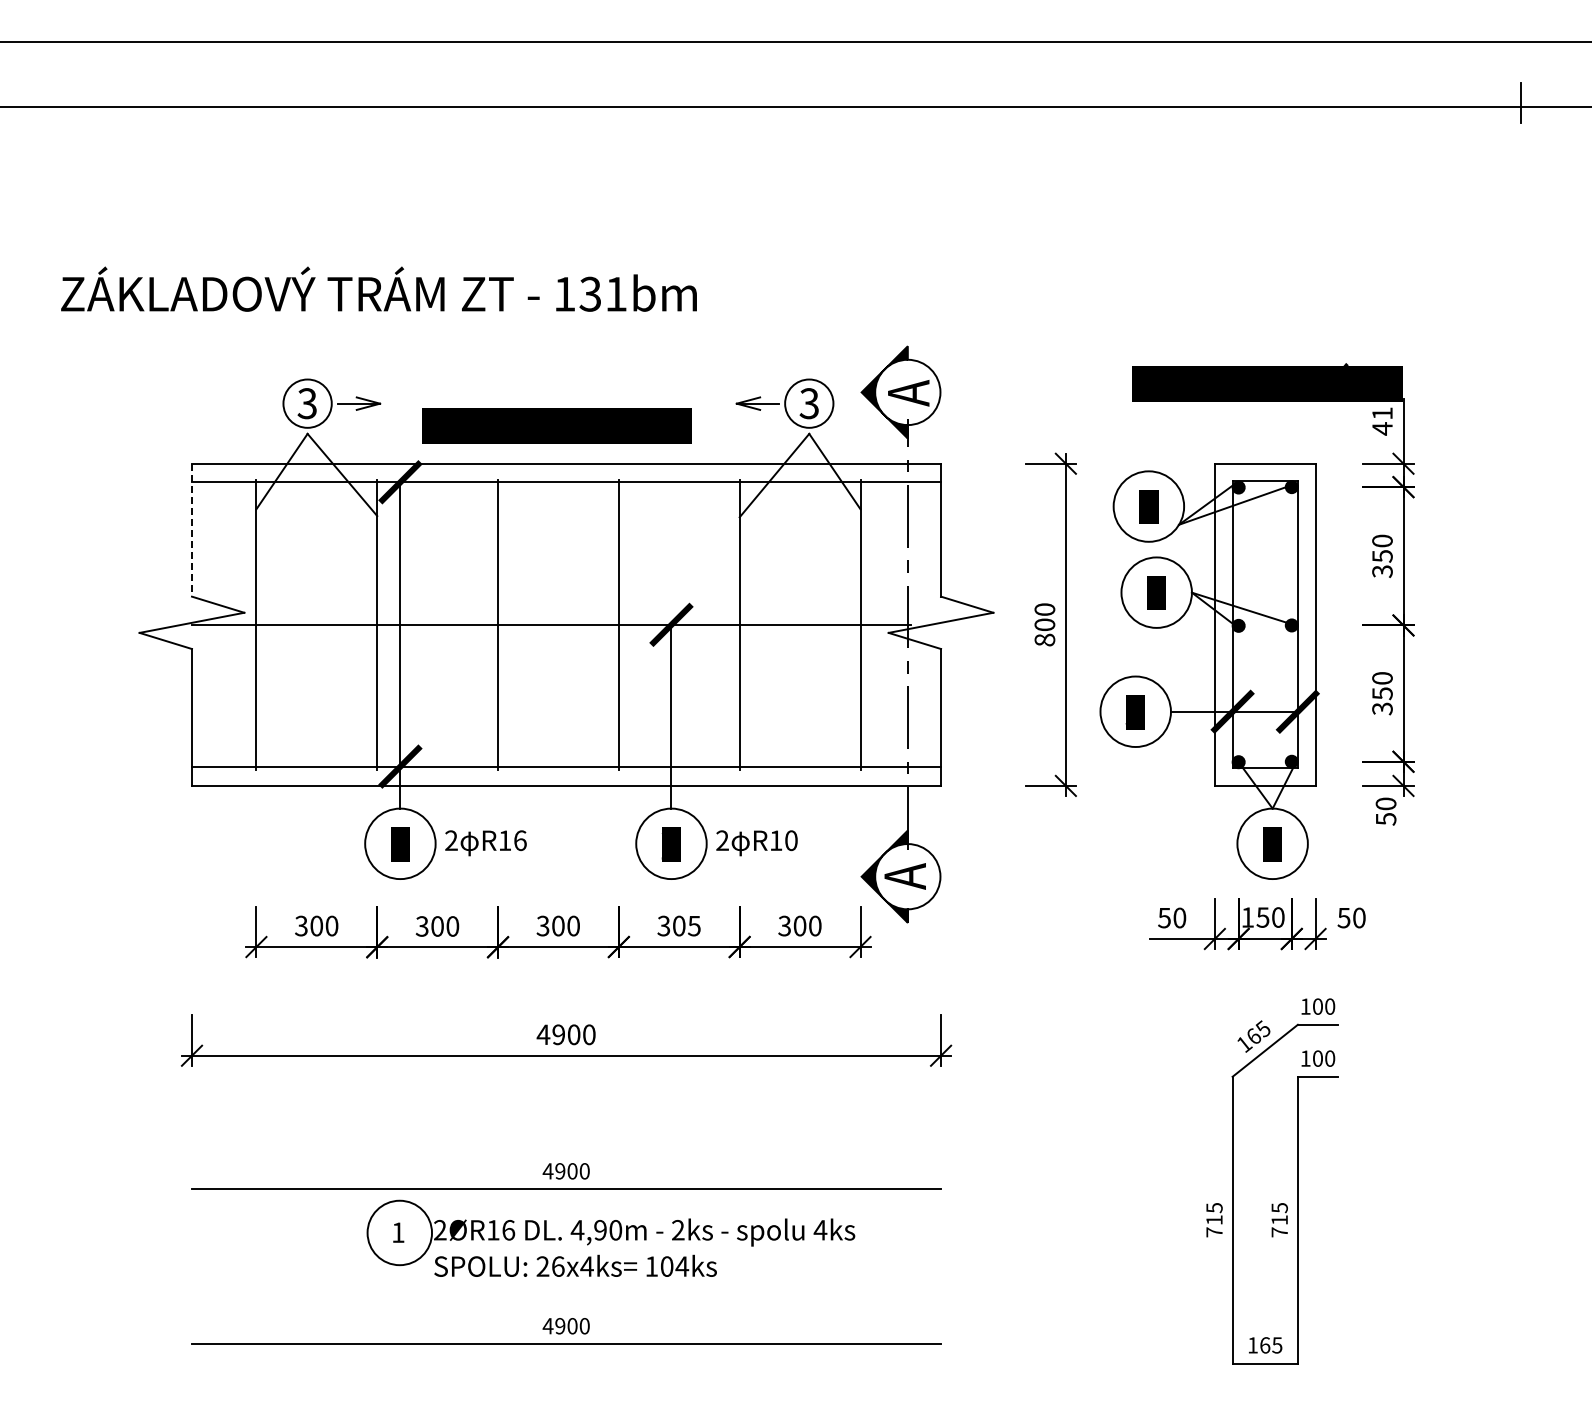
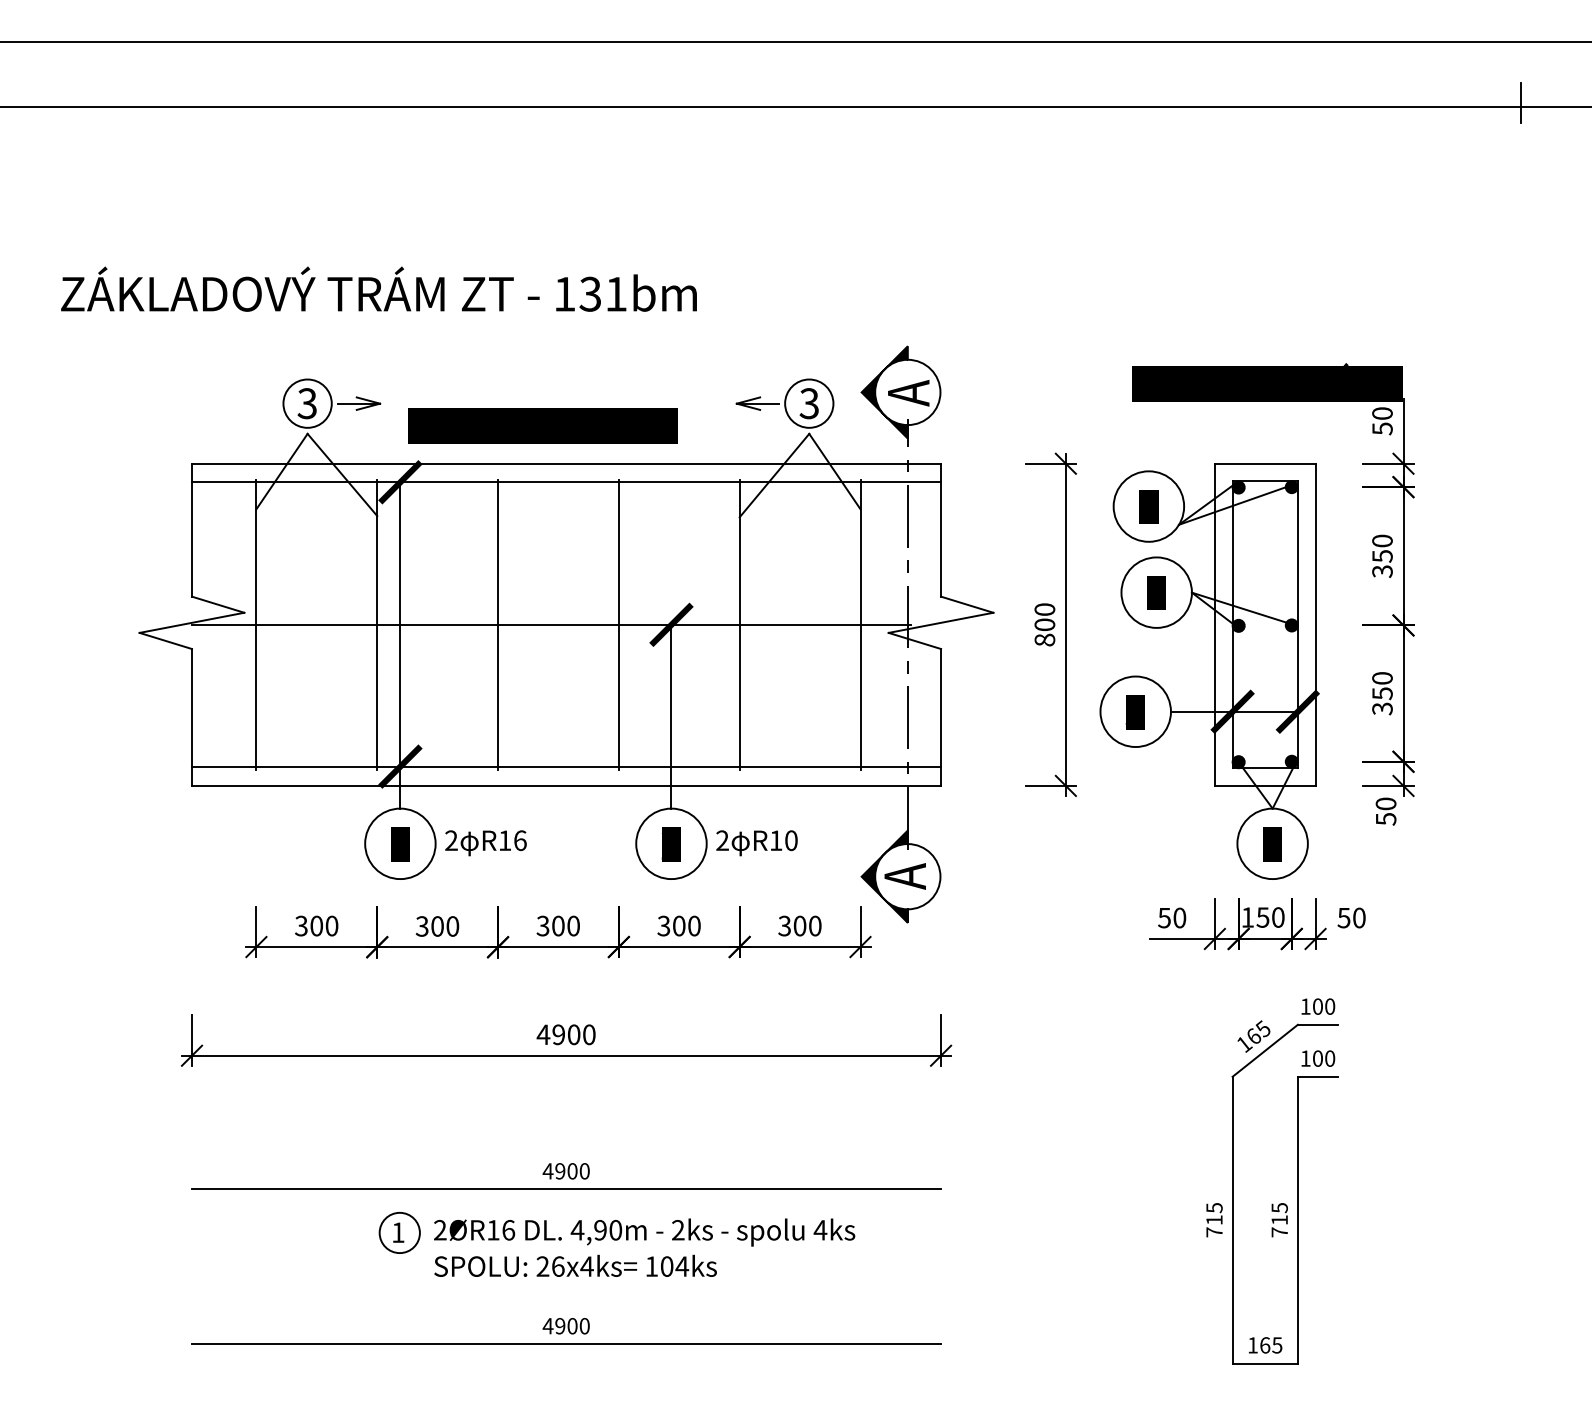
text at (1382, 421): 41 -> 50
text at (556, 425) position: (556, 425) -> (542, 425)
line at (192, 530): dashed -> solid
text at (693, 925): 305 -> 300
circle at (399, 1232) diameter: 64 px -> 40 px
